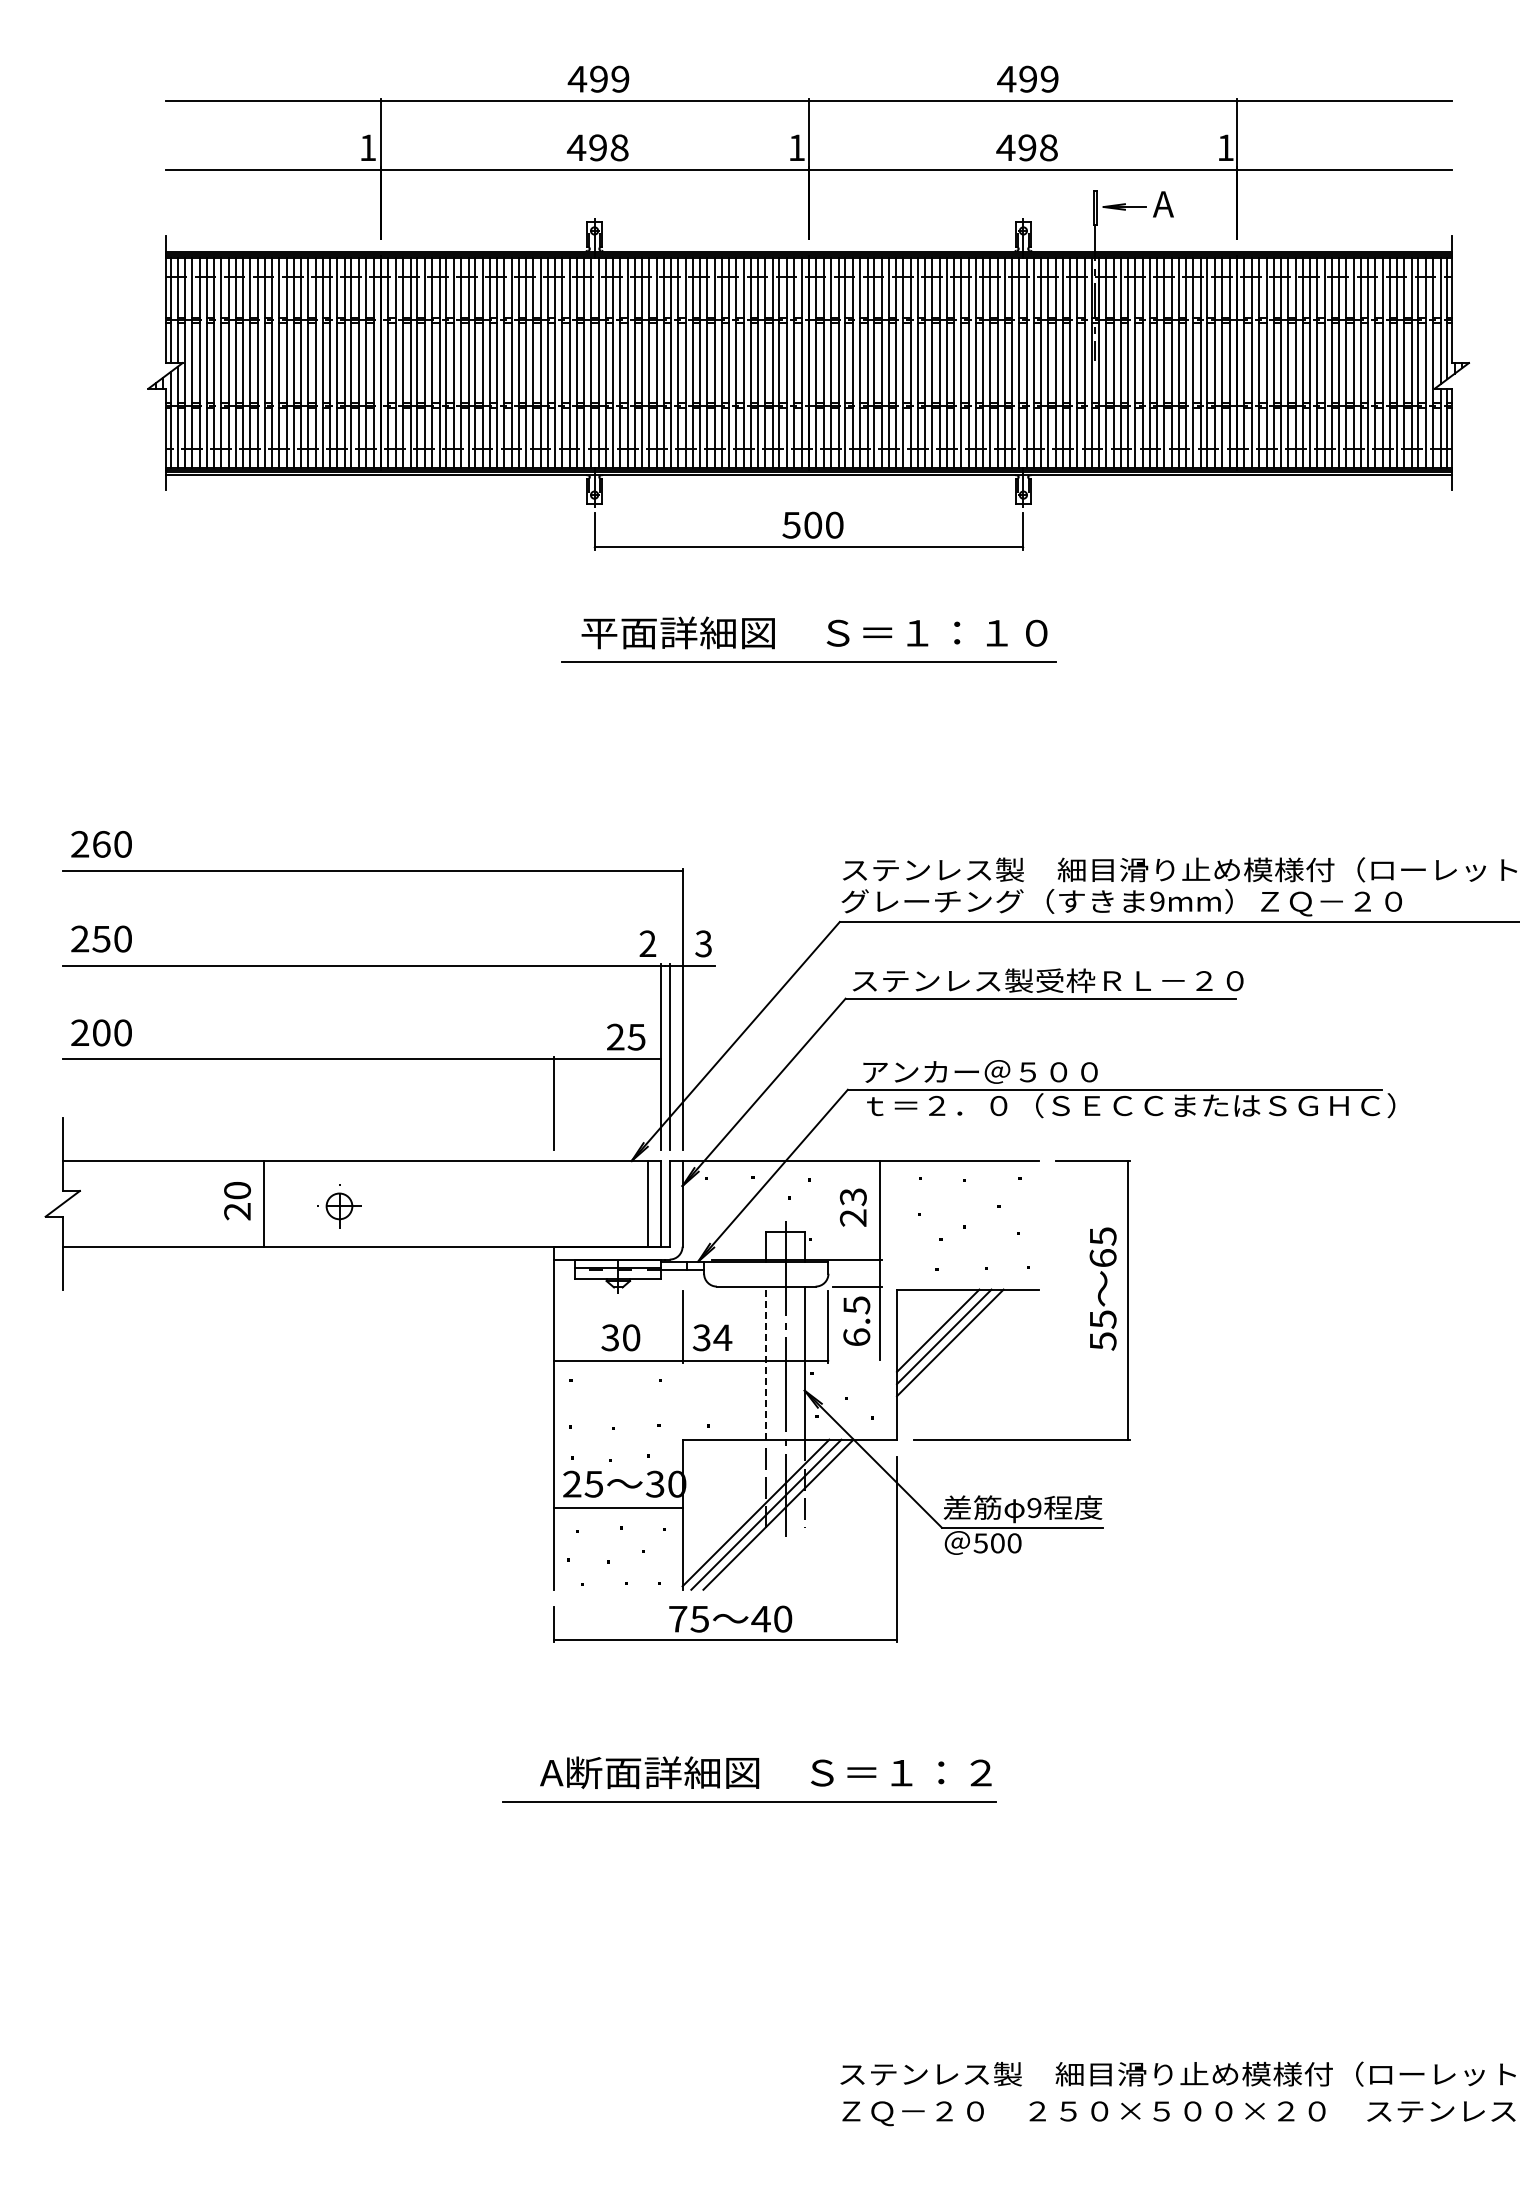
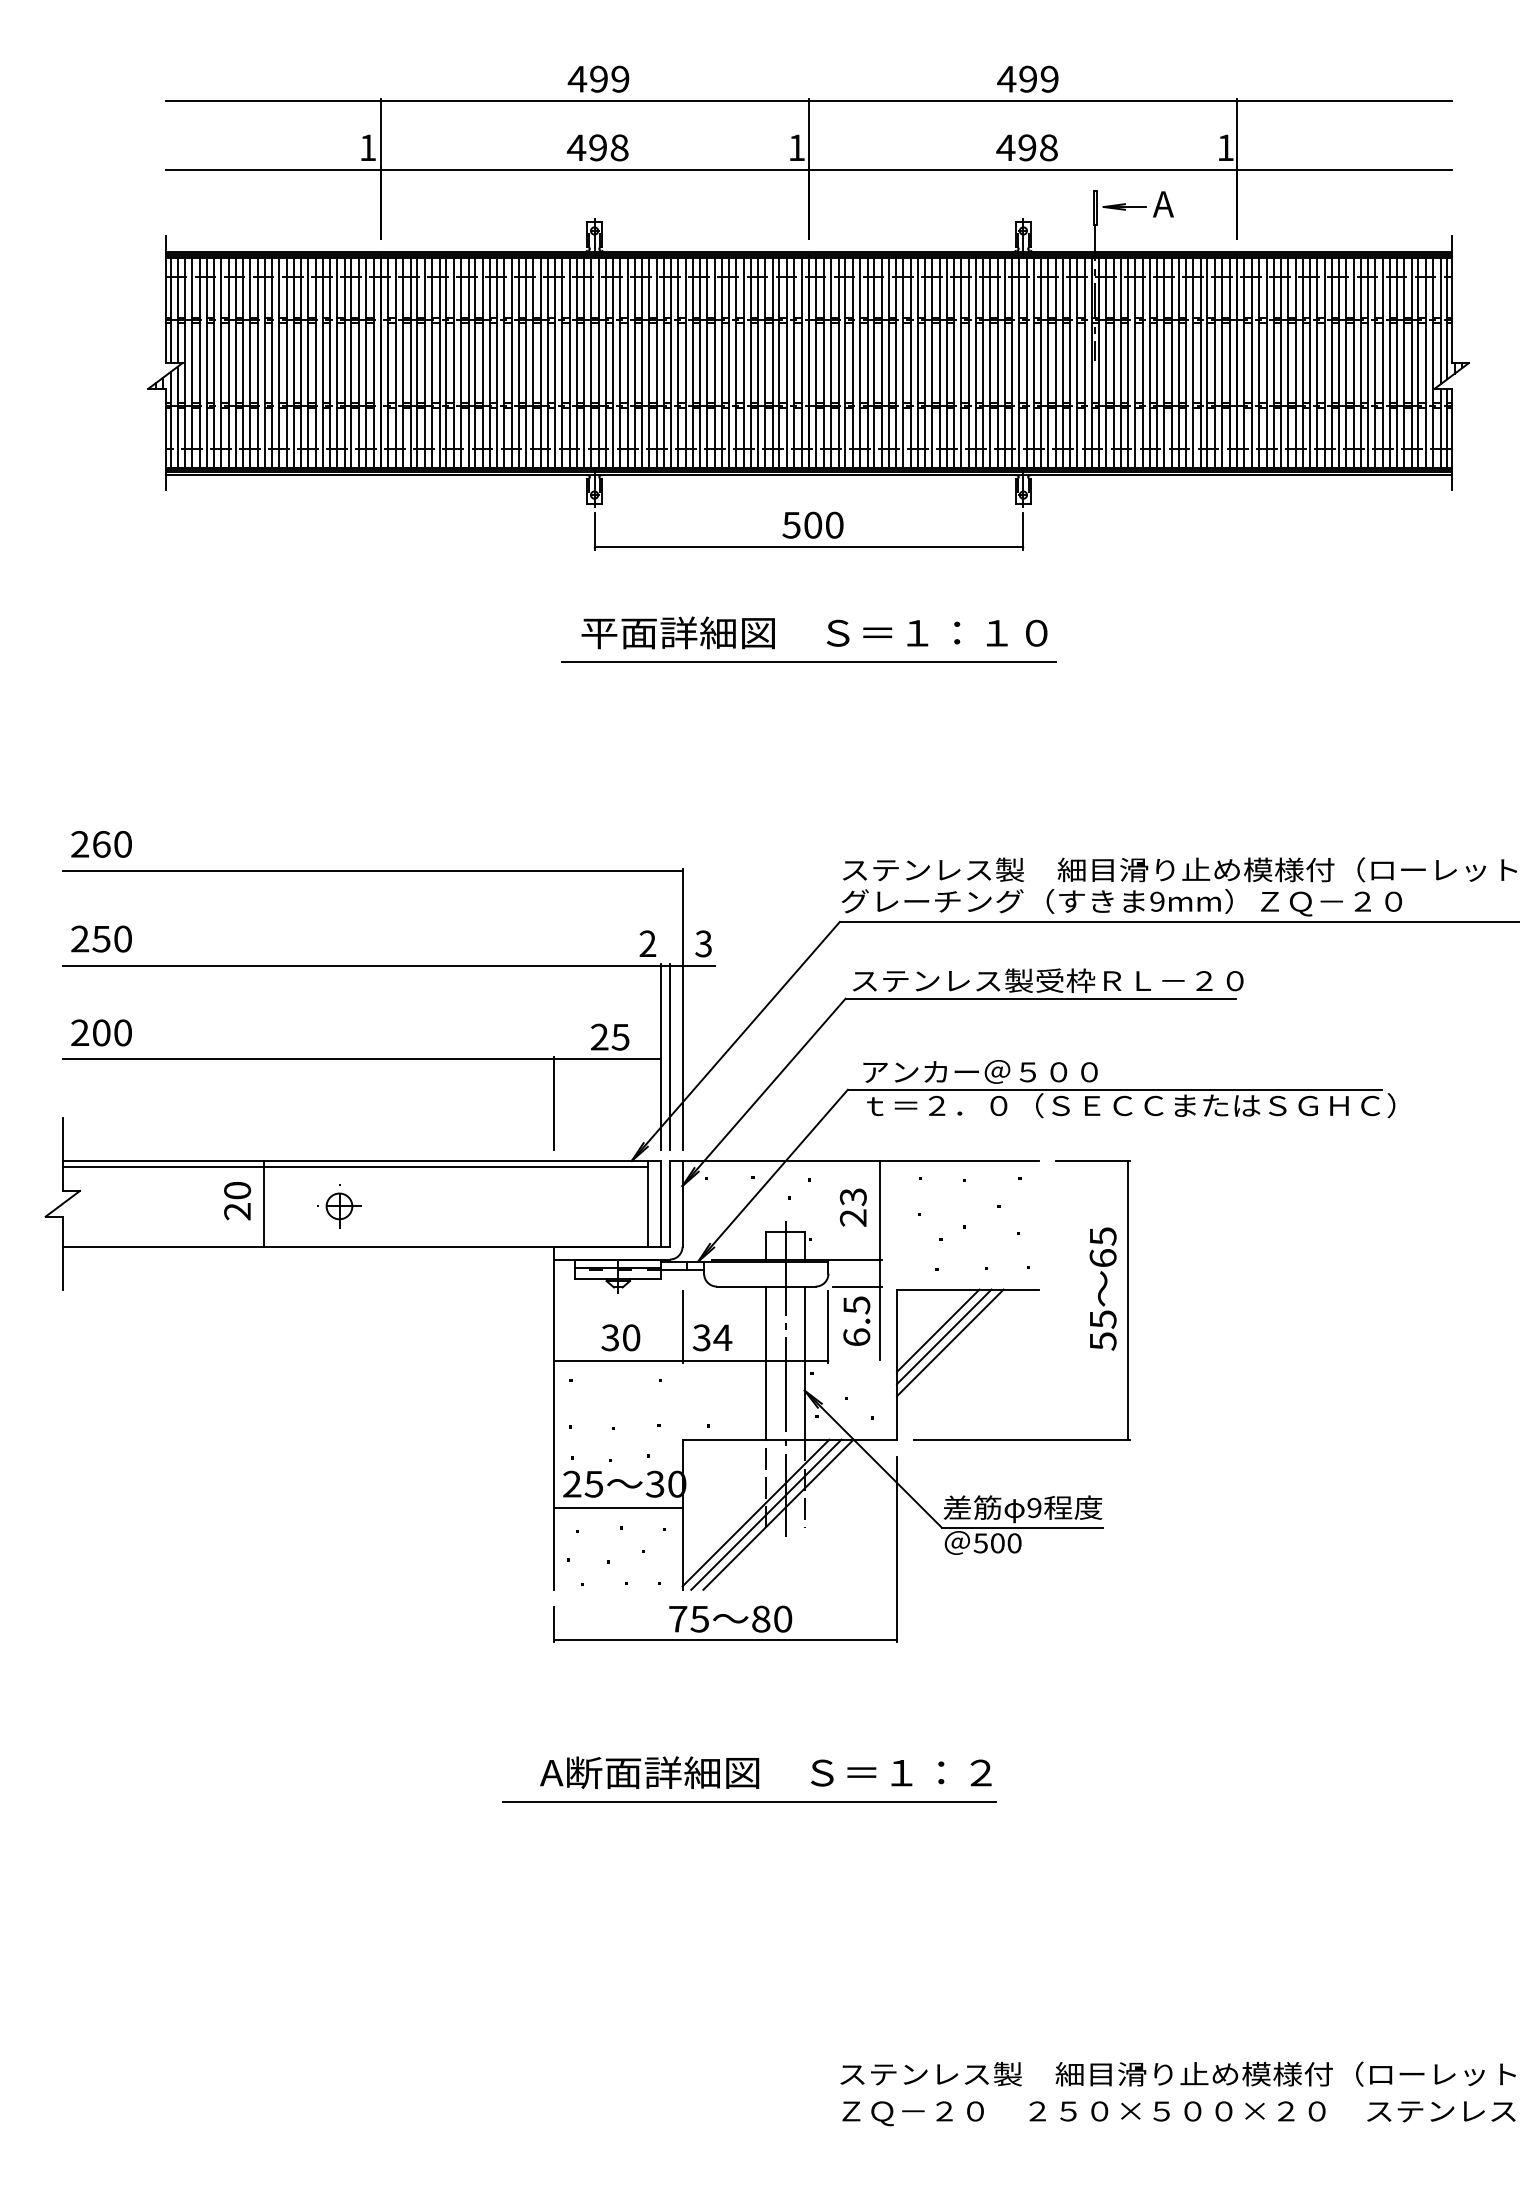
text at (626, 1036) position: (626, 1036) -> (610, 1036)
line at (355, 1166): none -> present
line at (766, 1363): dashed -> solid
text at (760, 1618): 40 -> 80
